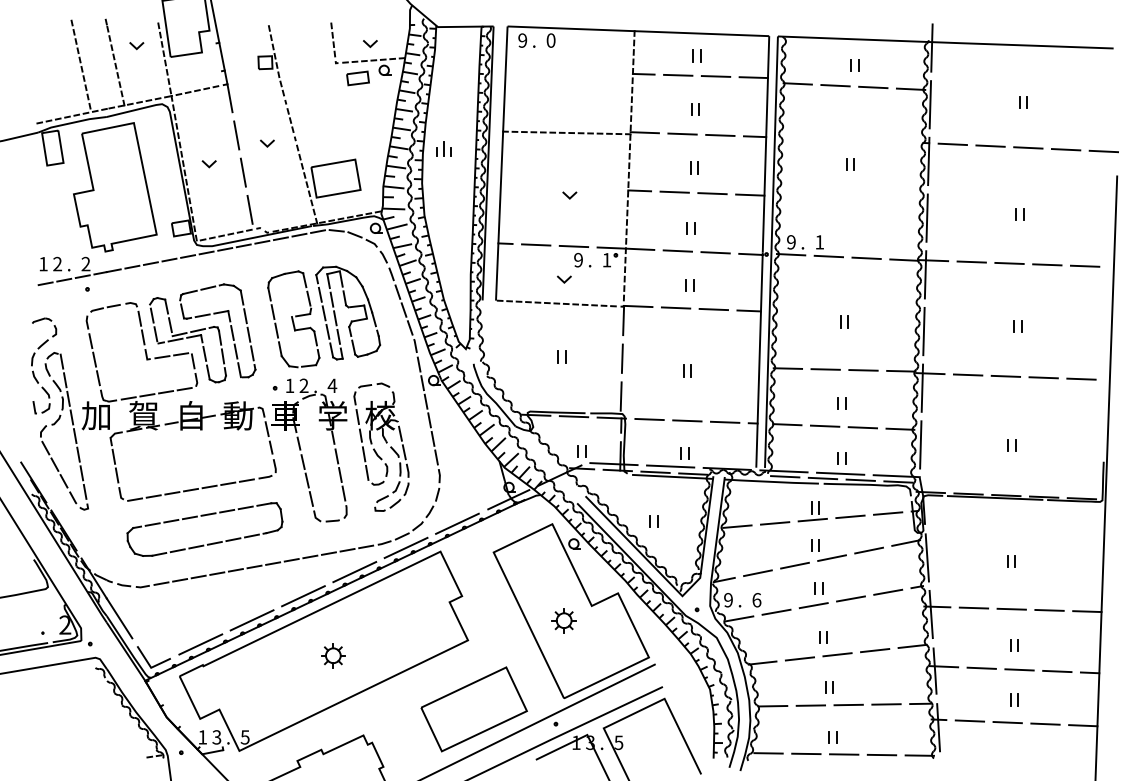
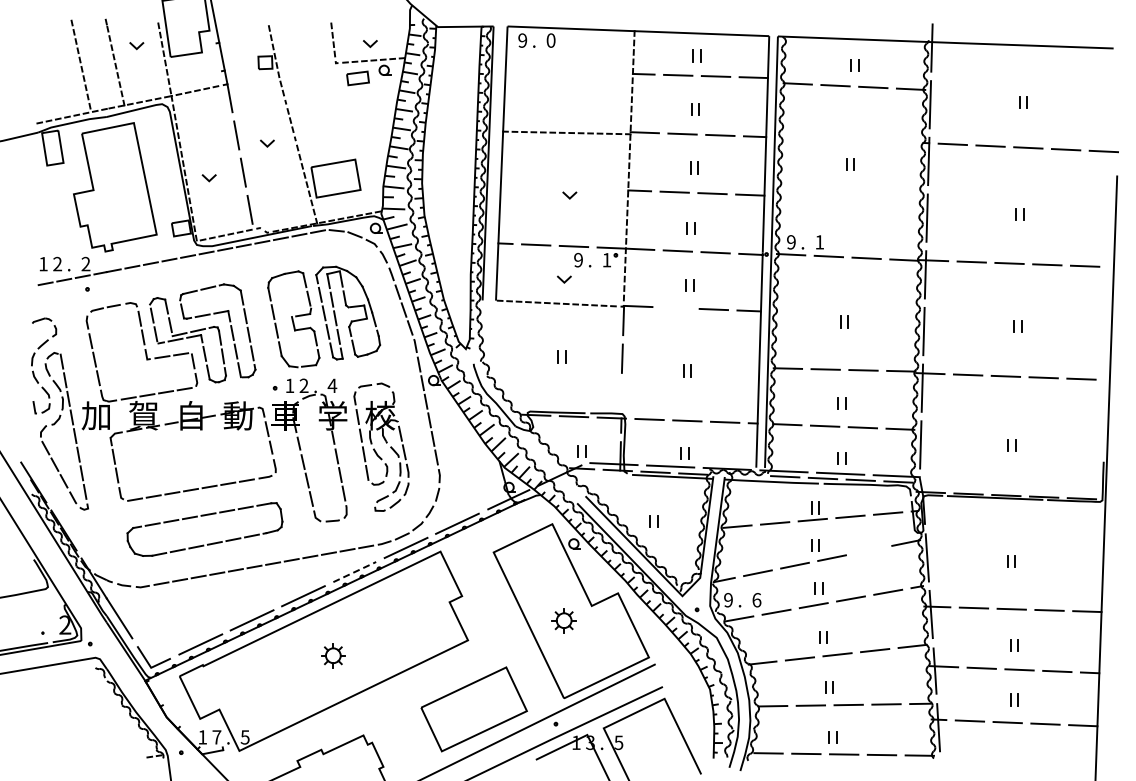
part at (443, 148): present -> none
line at (207, 164) position: (207, 164) -> (207, 178)
line at (675, 307): present -> none
line at (620, 396): present -> none
line at (869, 550): present -> none
line at (354, 572): solid -> dashed
text at (216, 737): 3 -> 7
